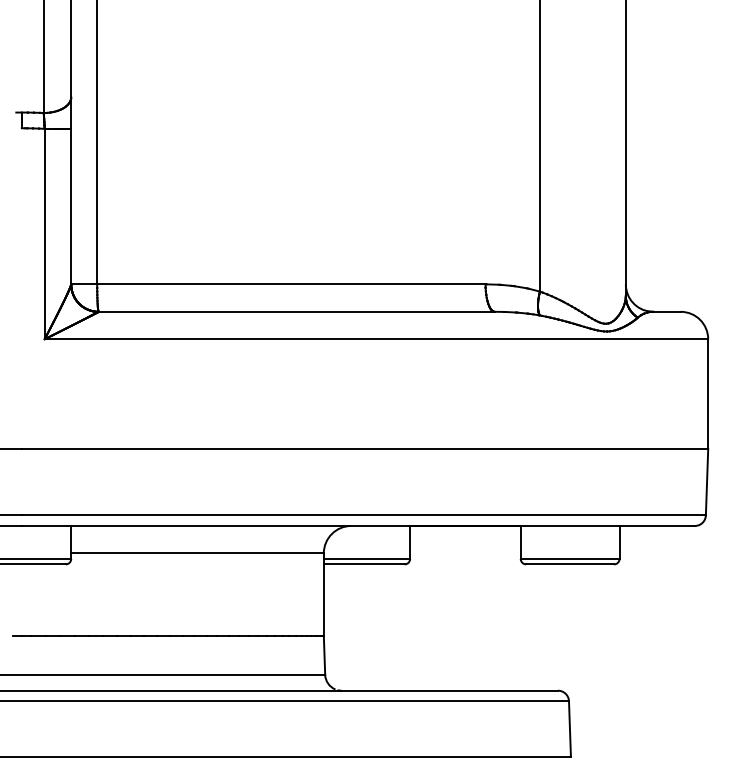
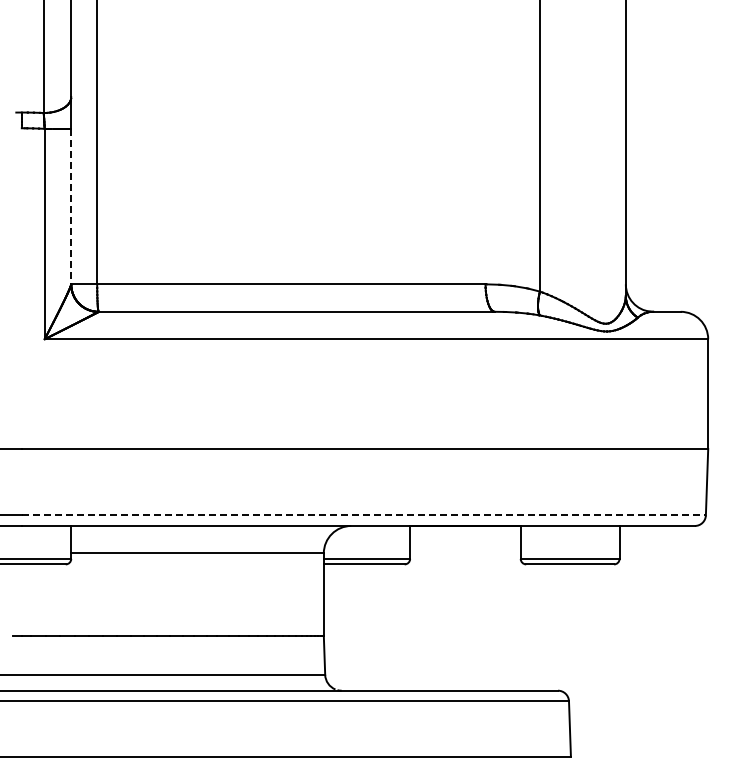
line at (71, 206): solid -> dashed
line at (364, 515): solid -> dashed
